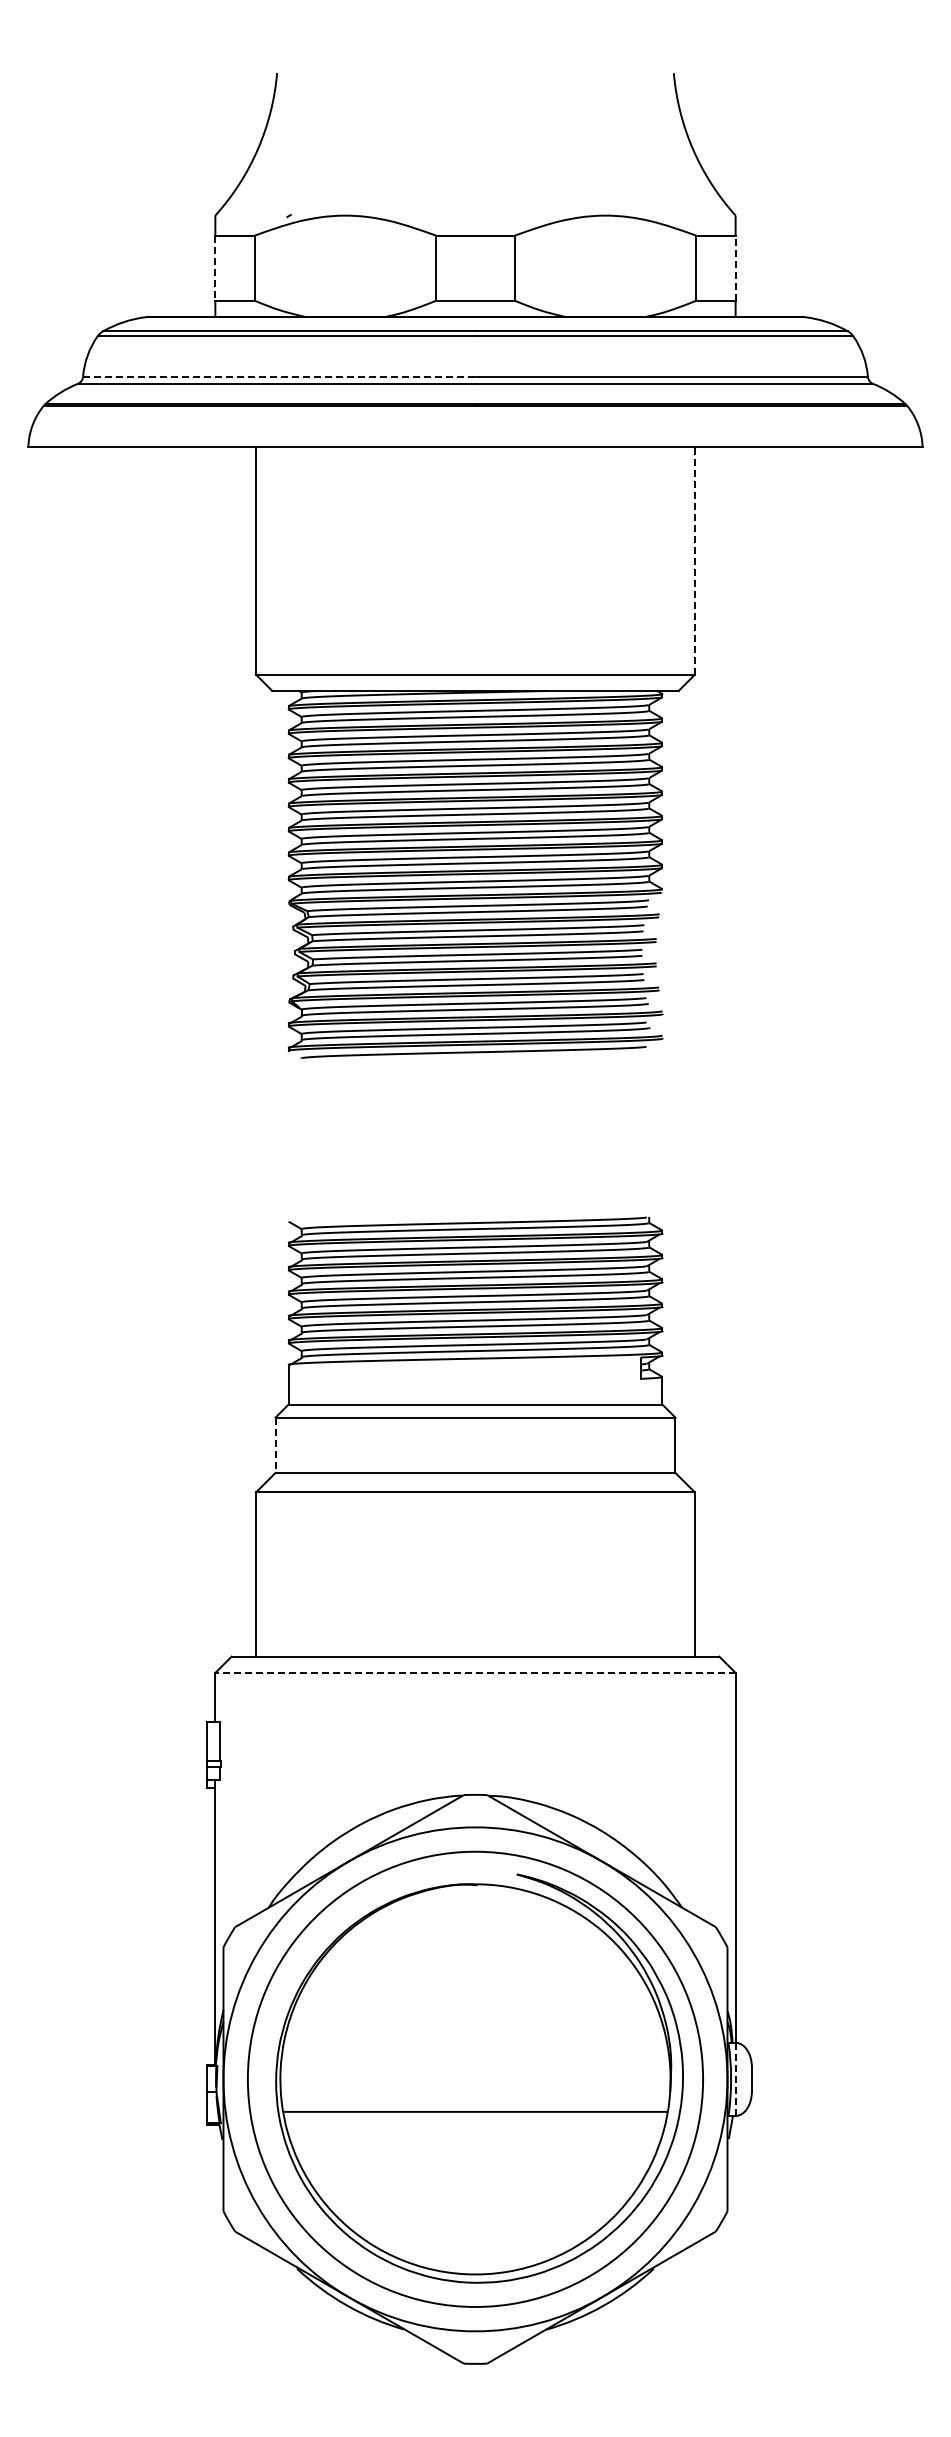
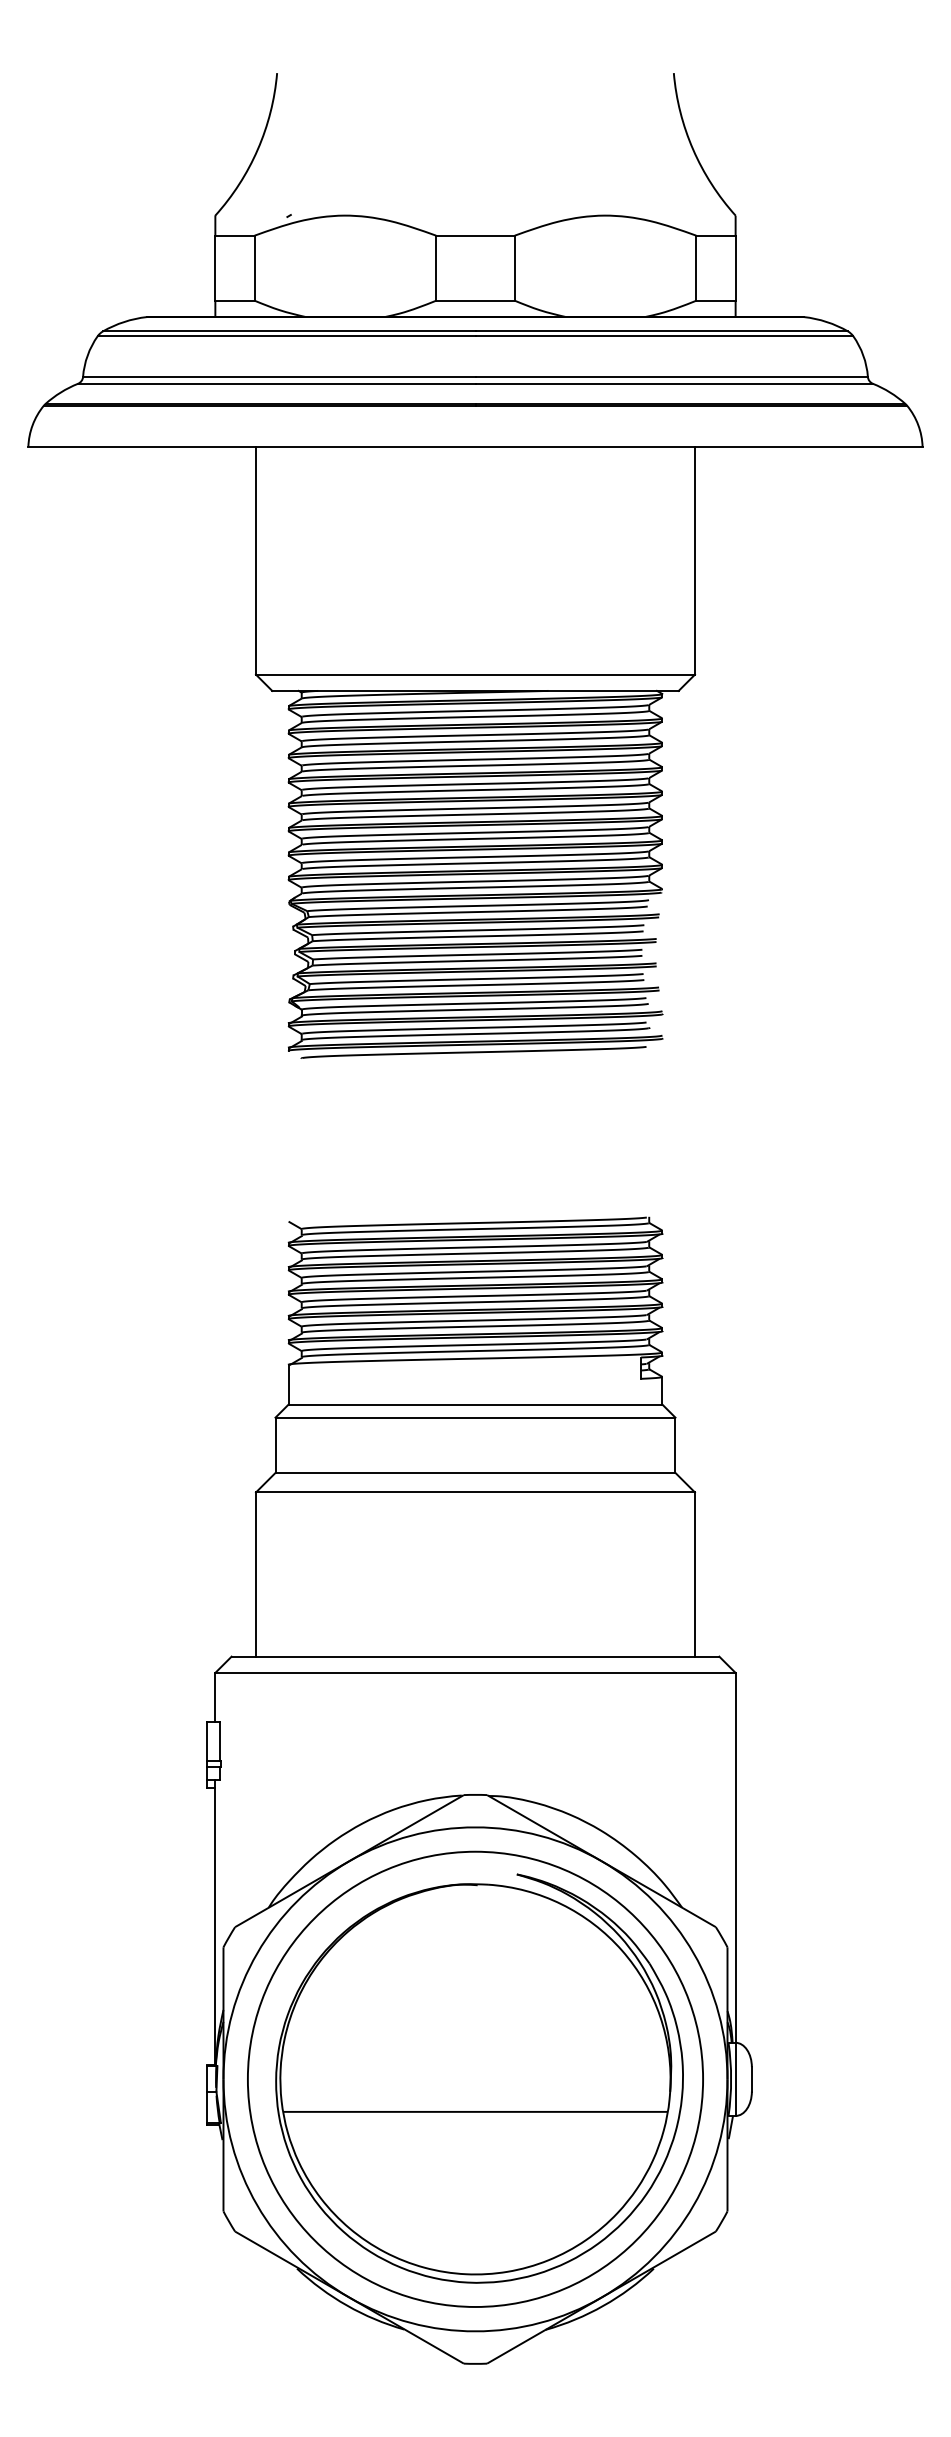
line at (215, 268): dashed -> solid
line at (735, 268): dashed -> solid
line at (279, 376): dashed -> solid
line at (694, 560): dashed -> solid
line at (275, 1445): dashed -> solid
line at (474, 1672): dashed -> solid
line at (735, 2079): dashed -> solid
